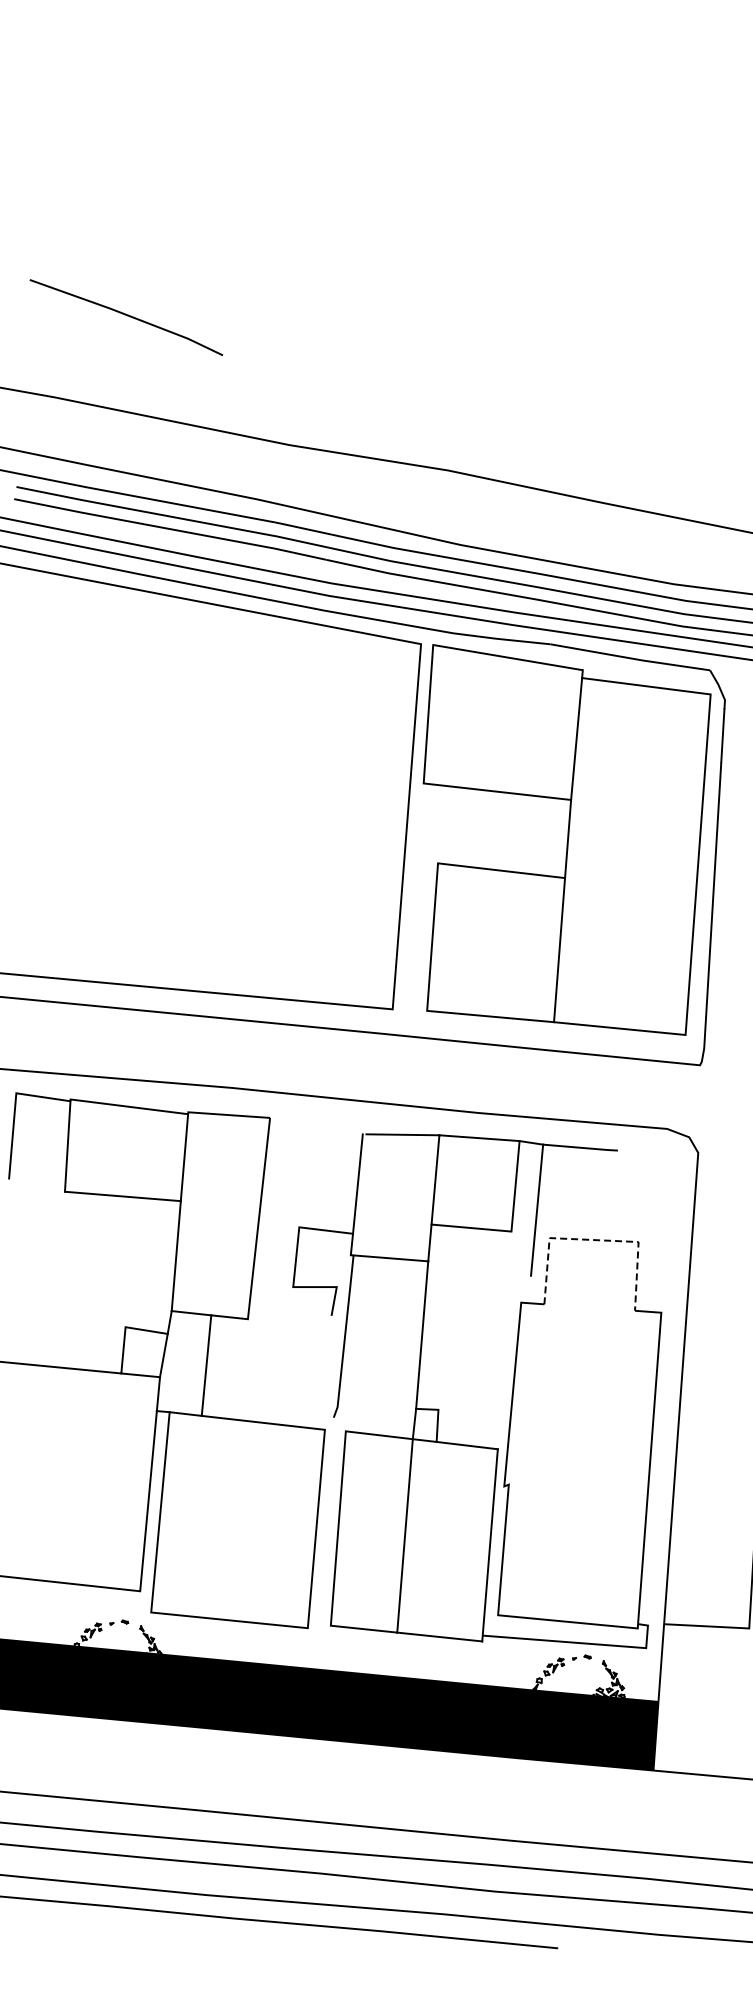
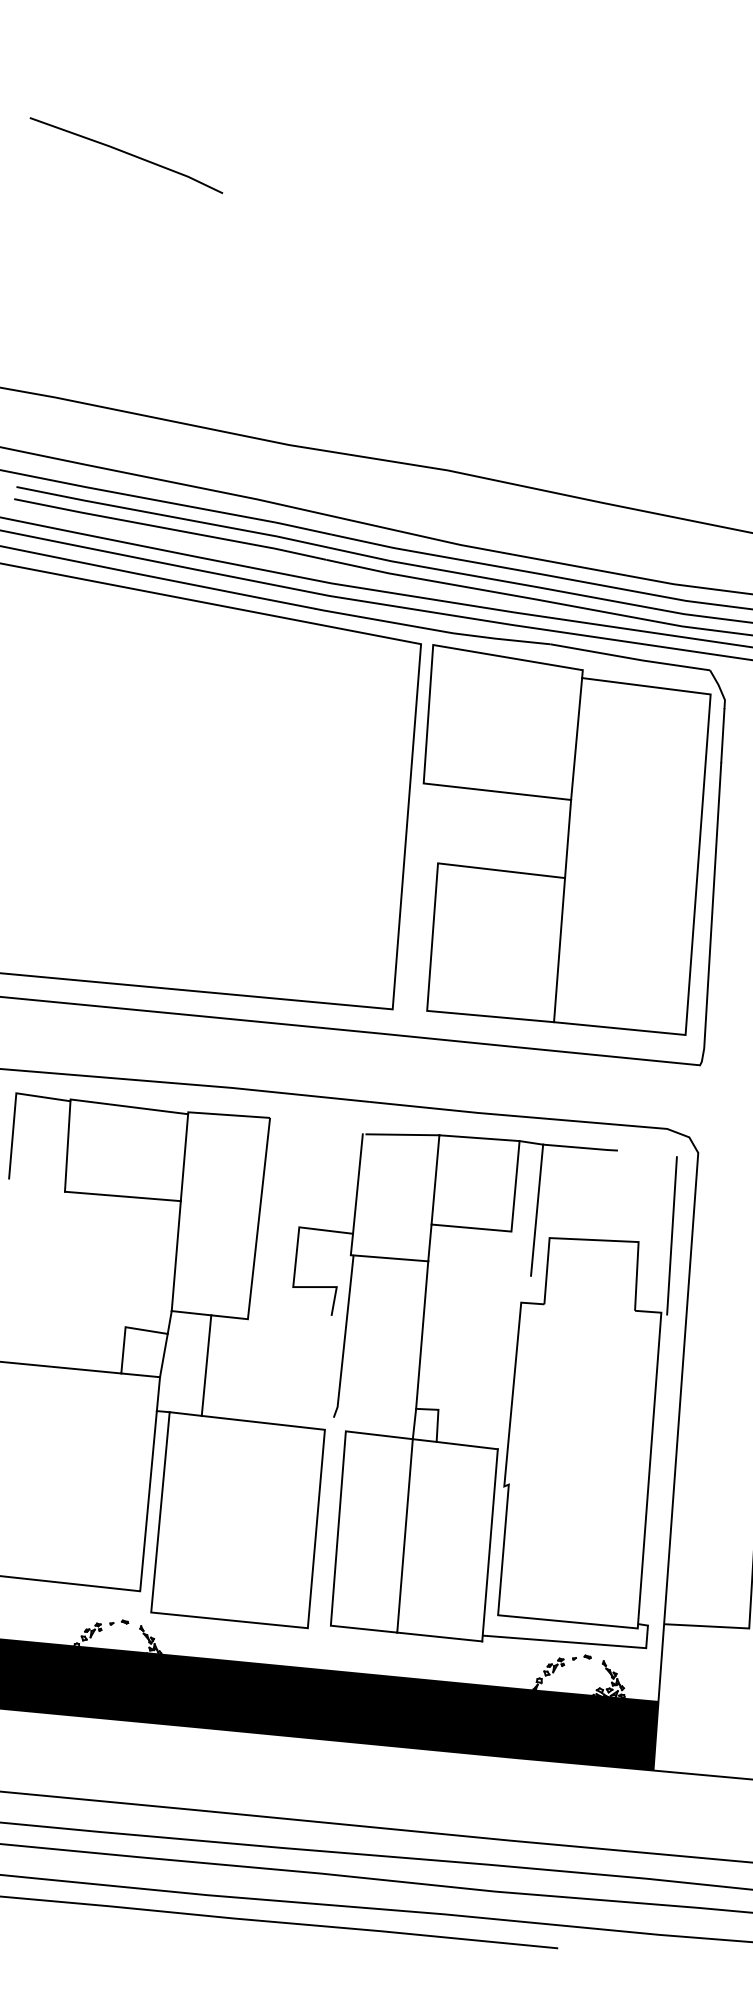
line at (127, 316) position: (127, 316) -> (127, 154)
line at (671, 1235): none -> present
line at (595, 1240): dashed -> solid
